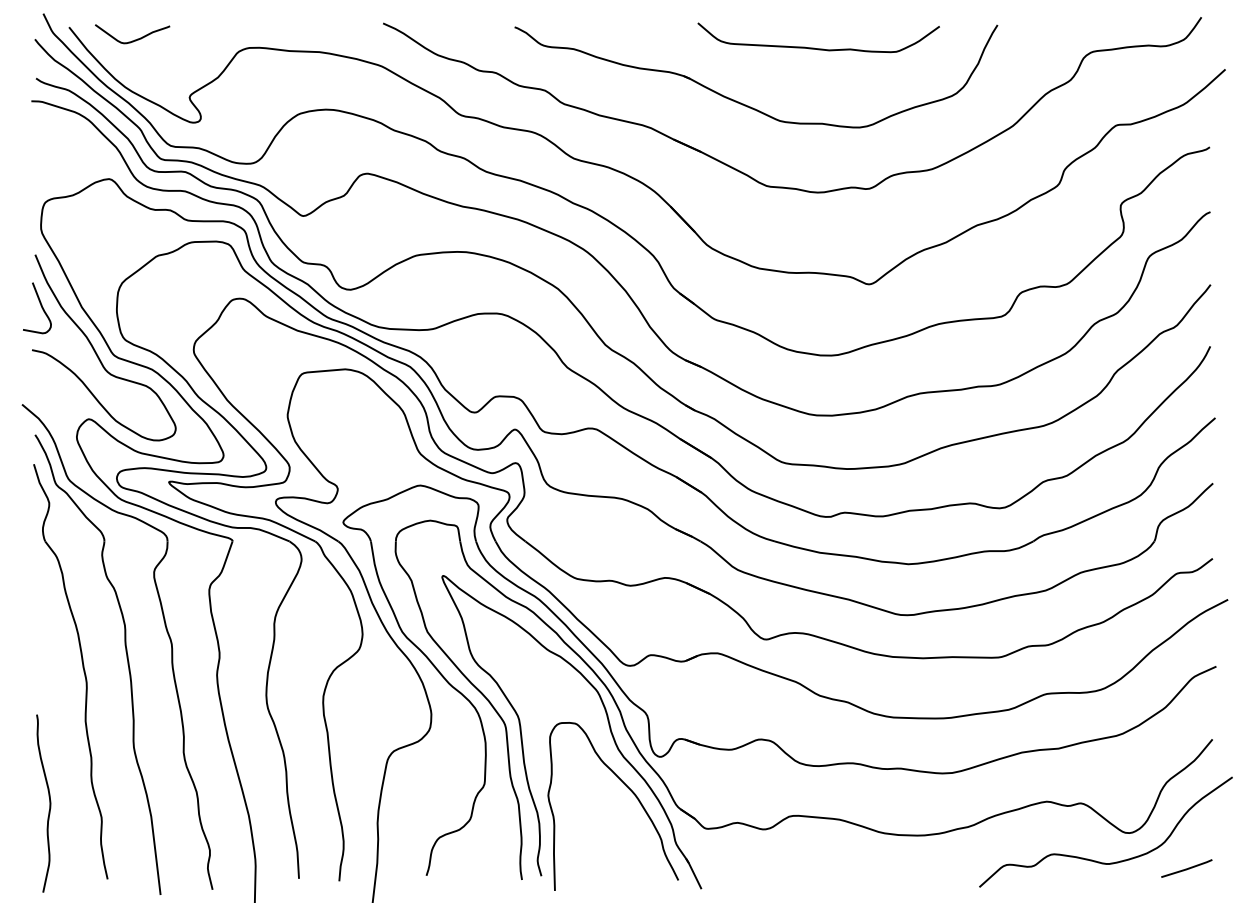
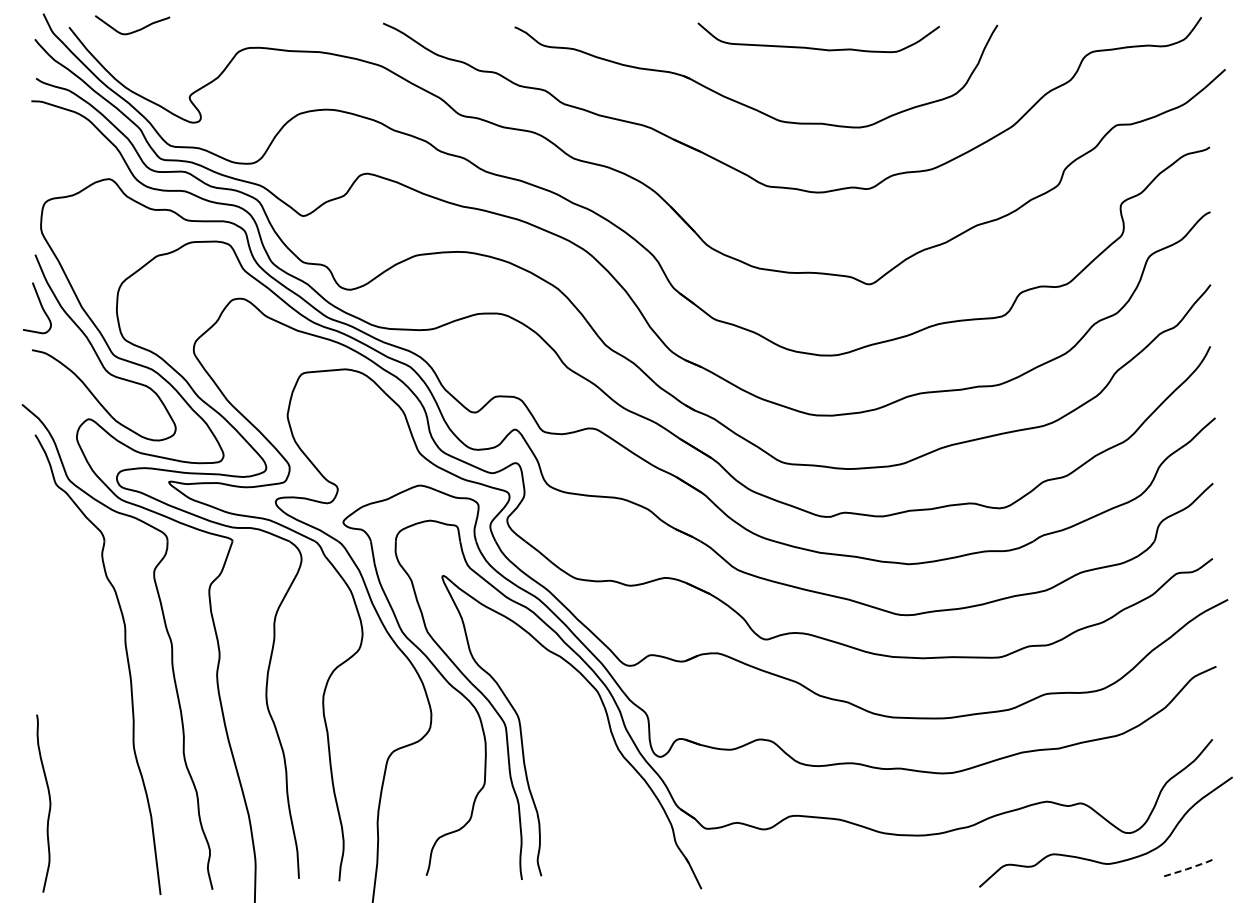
curve at (134, 39) position: (134, 39) -> (134, 30)
part at (82, 668): present -> none
curve at (630, 791): present -> none
line at (1187, 869): solid -> dashed
